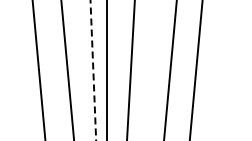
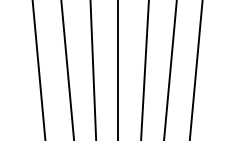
line at (106, 69) position: (106, 69) -> (117, 69)
line at (130, 69) position: (130, 69) -> (144, 69)
line at (93, 70): dashed -> solid
